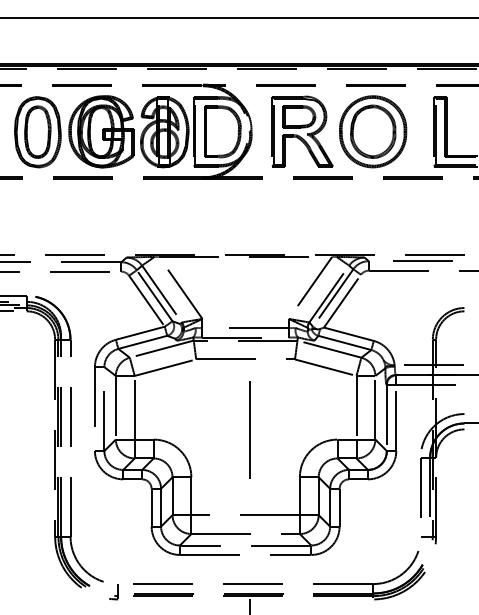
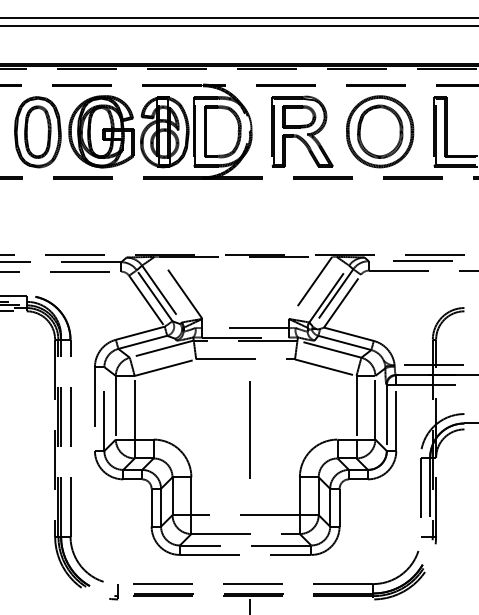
line at (238, 25): none -> present
part at (373, 131) position: (373, 131) -> (380, 131)
